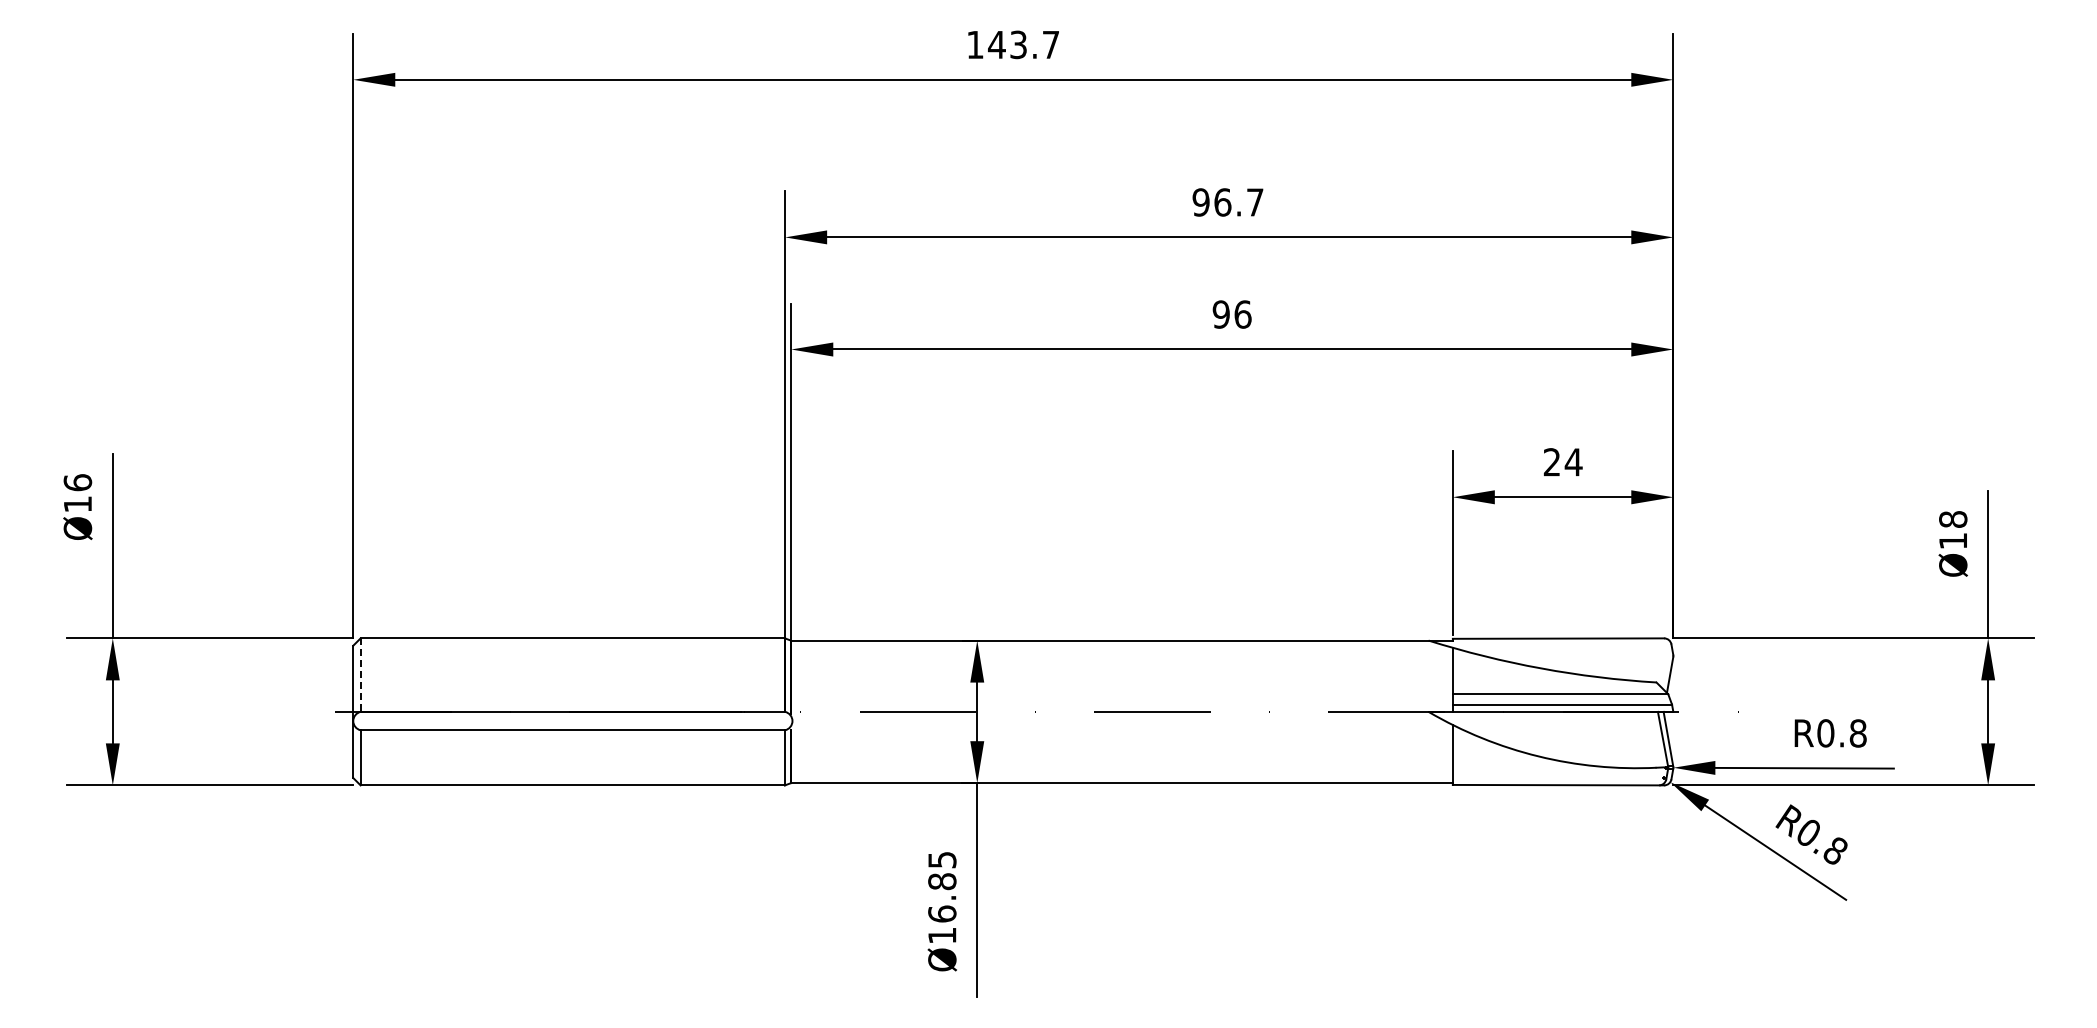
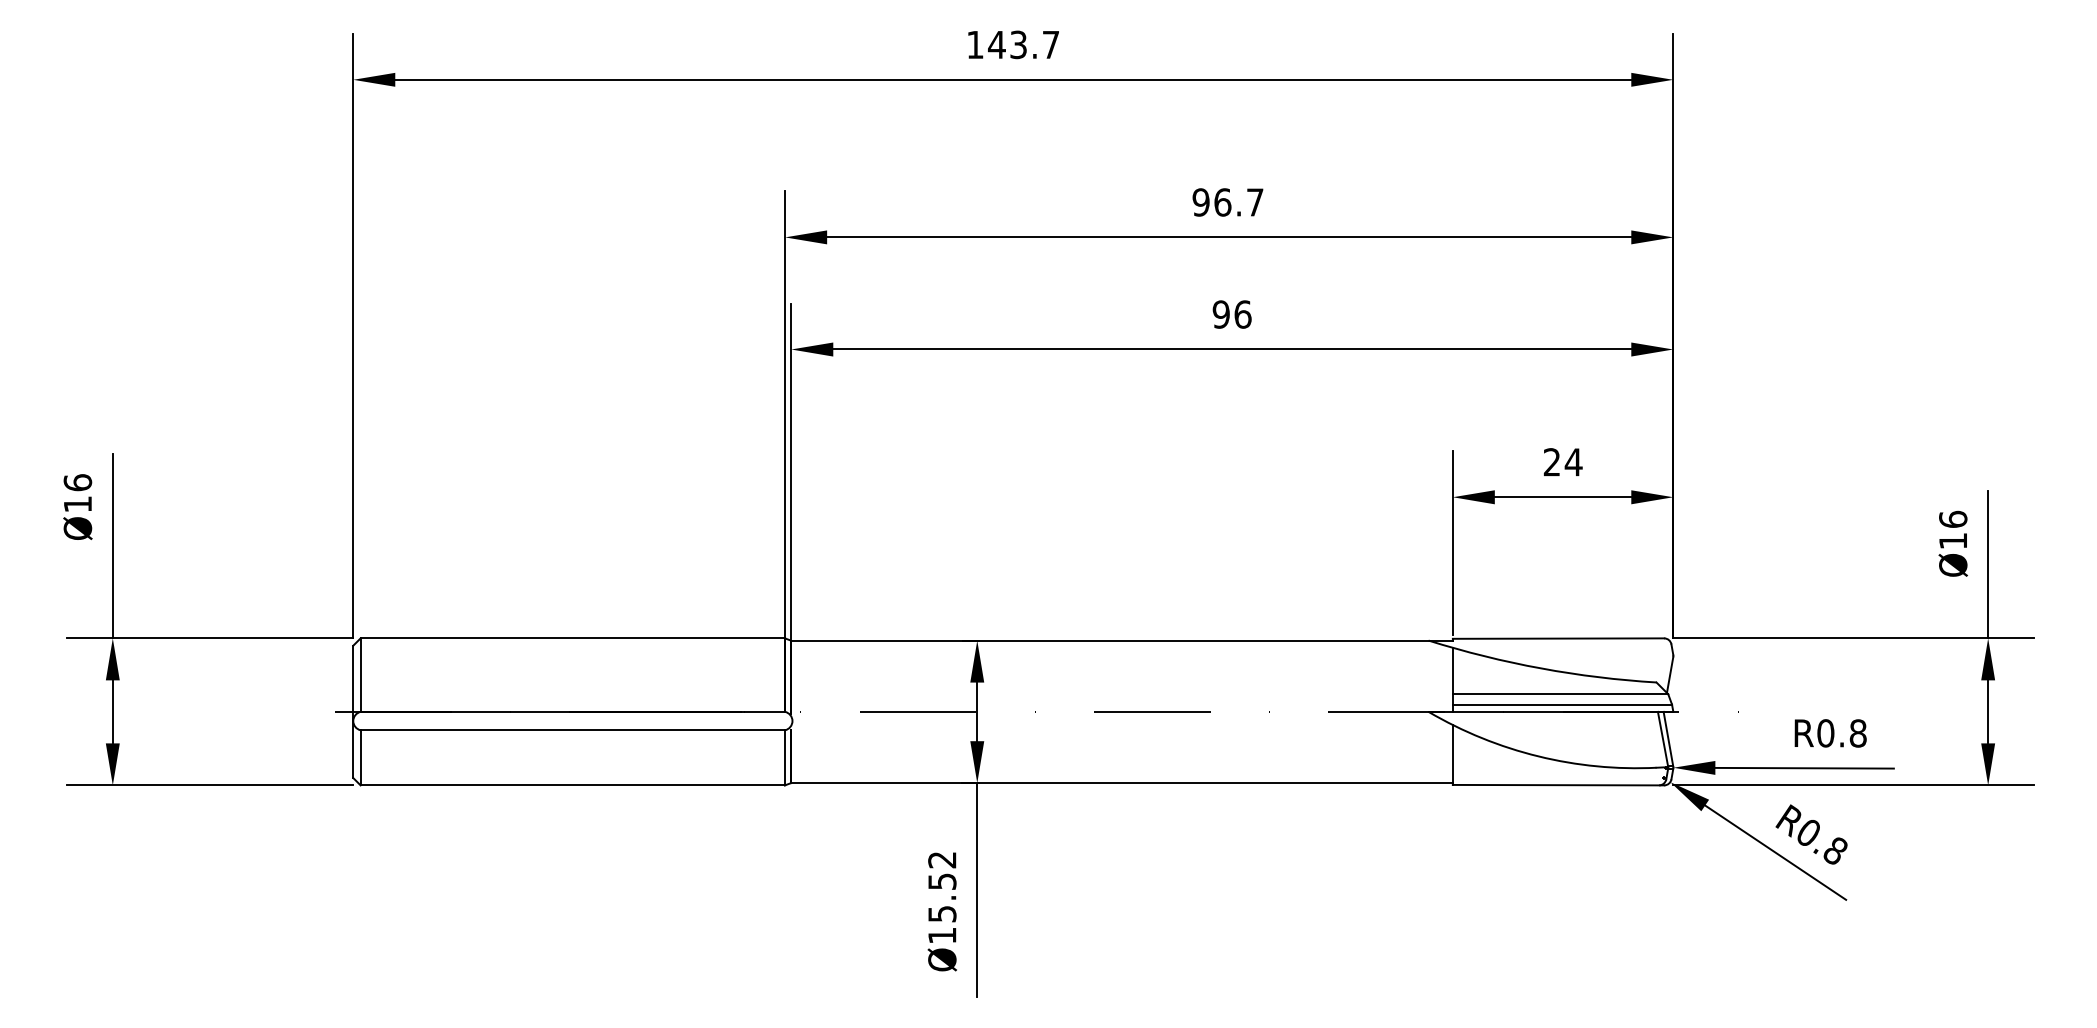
text at (1953, 518): Ø18 -> Ø16
line at (360, 675): dashed -> solid
text at (942, 887): Ø16.85 -> Ø15.52
